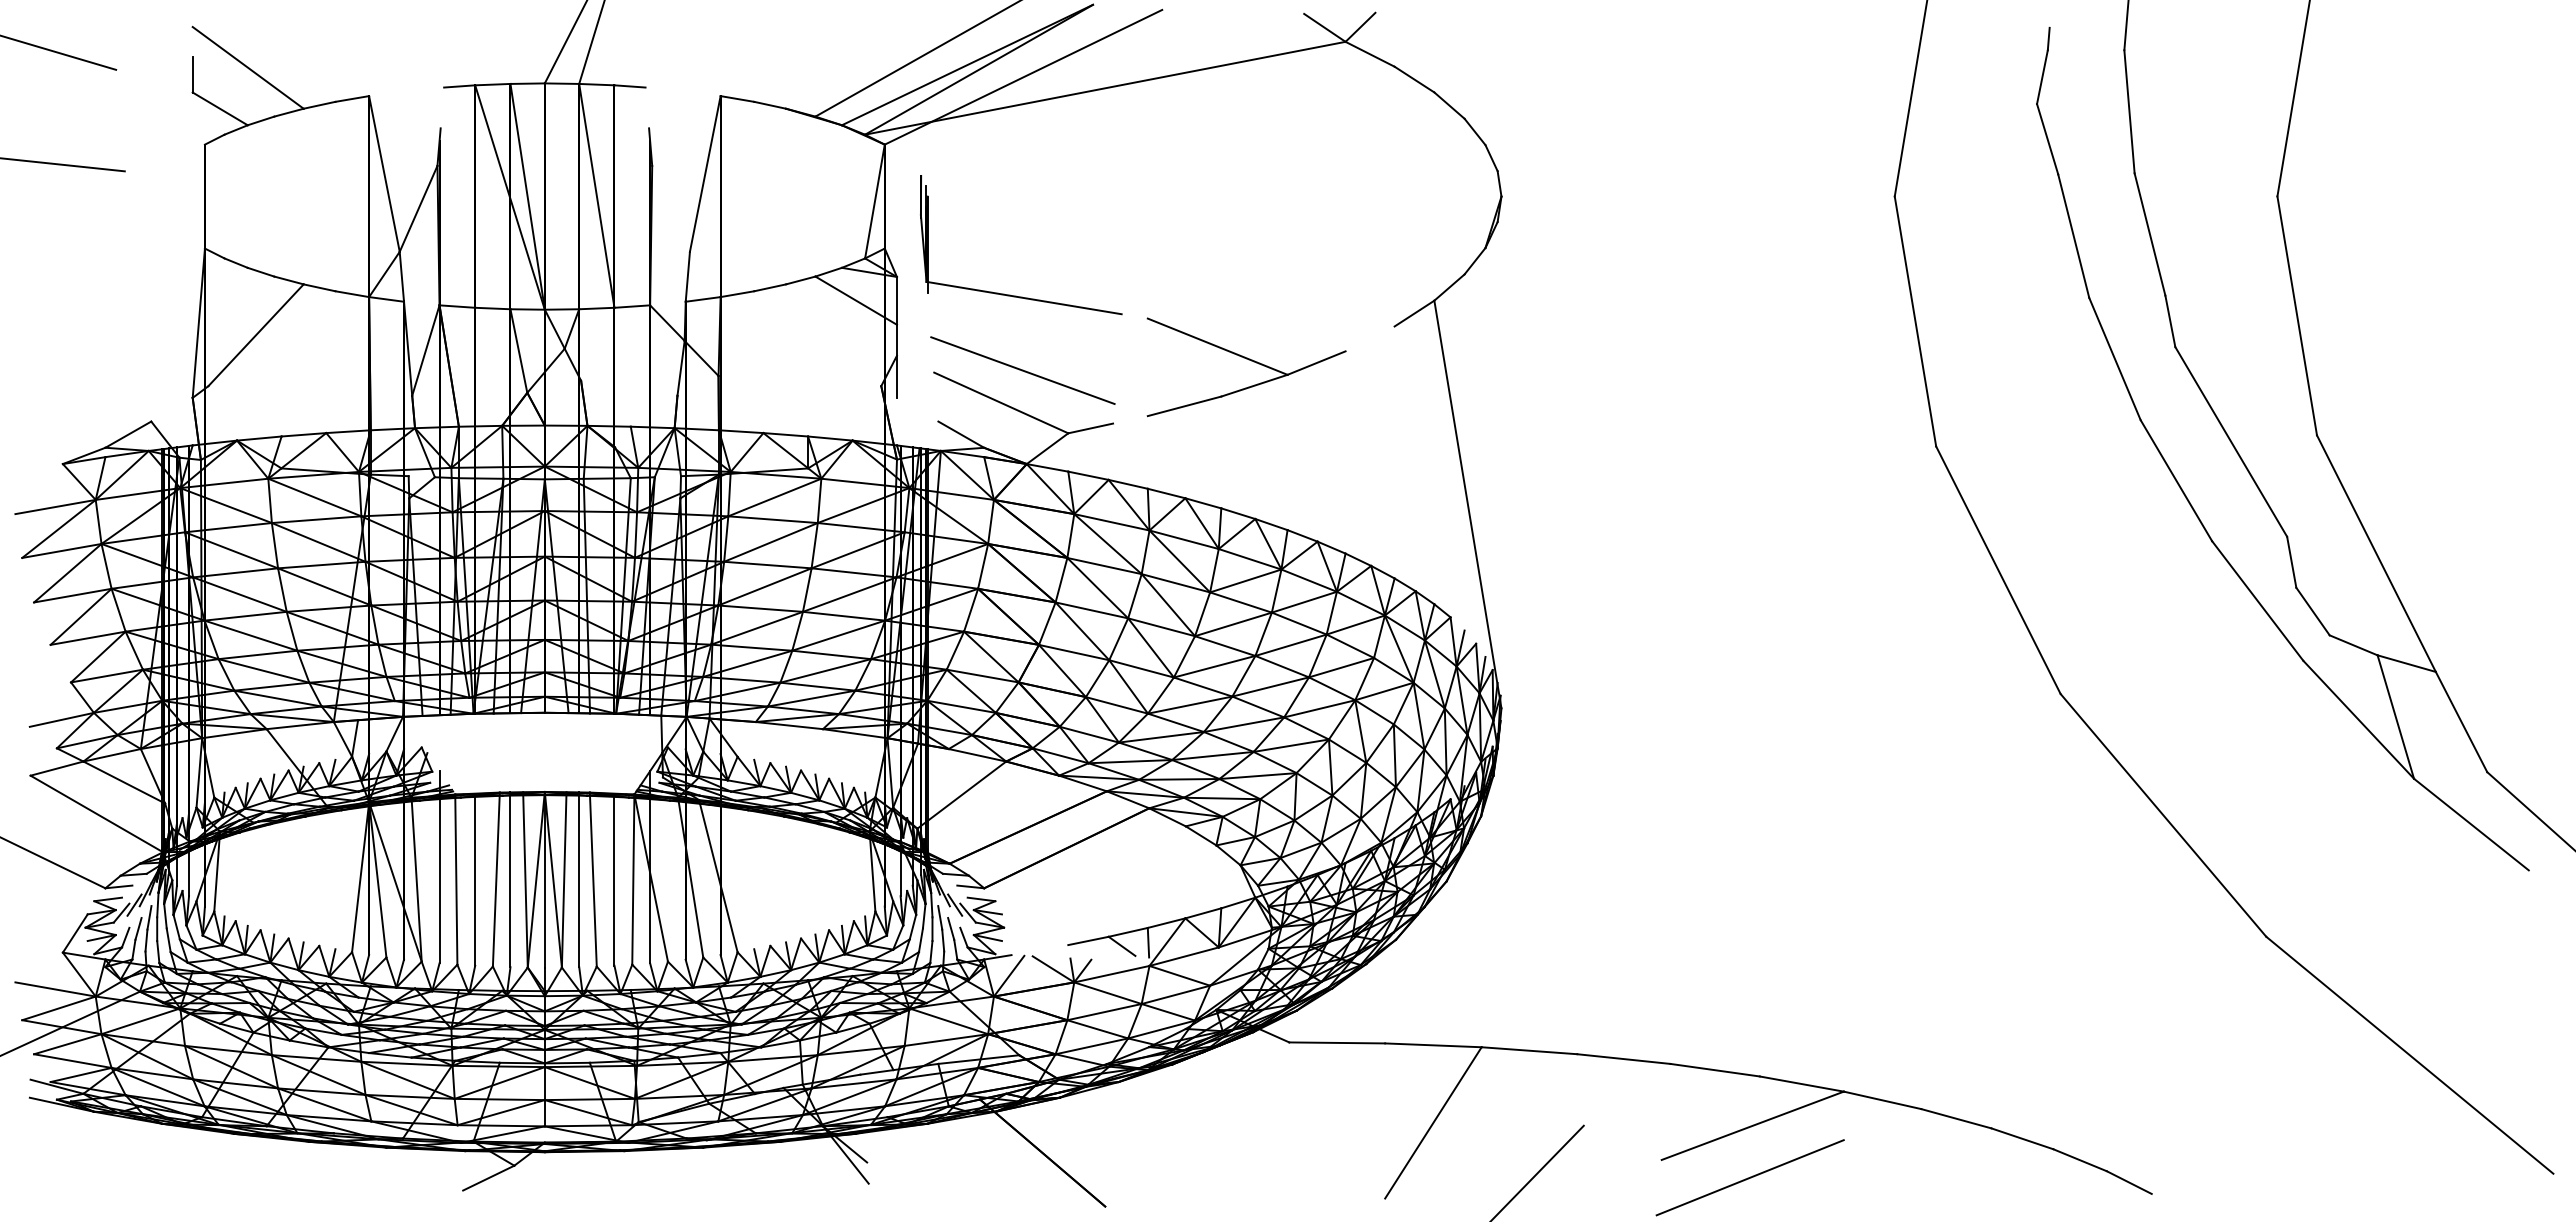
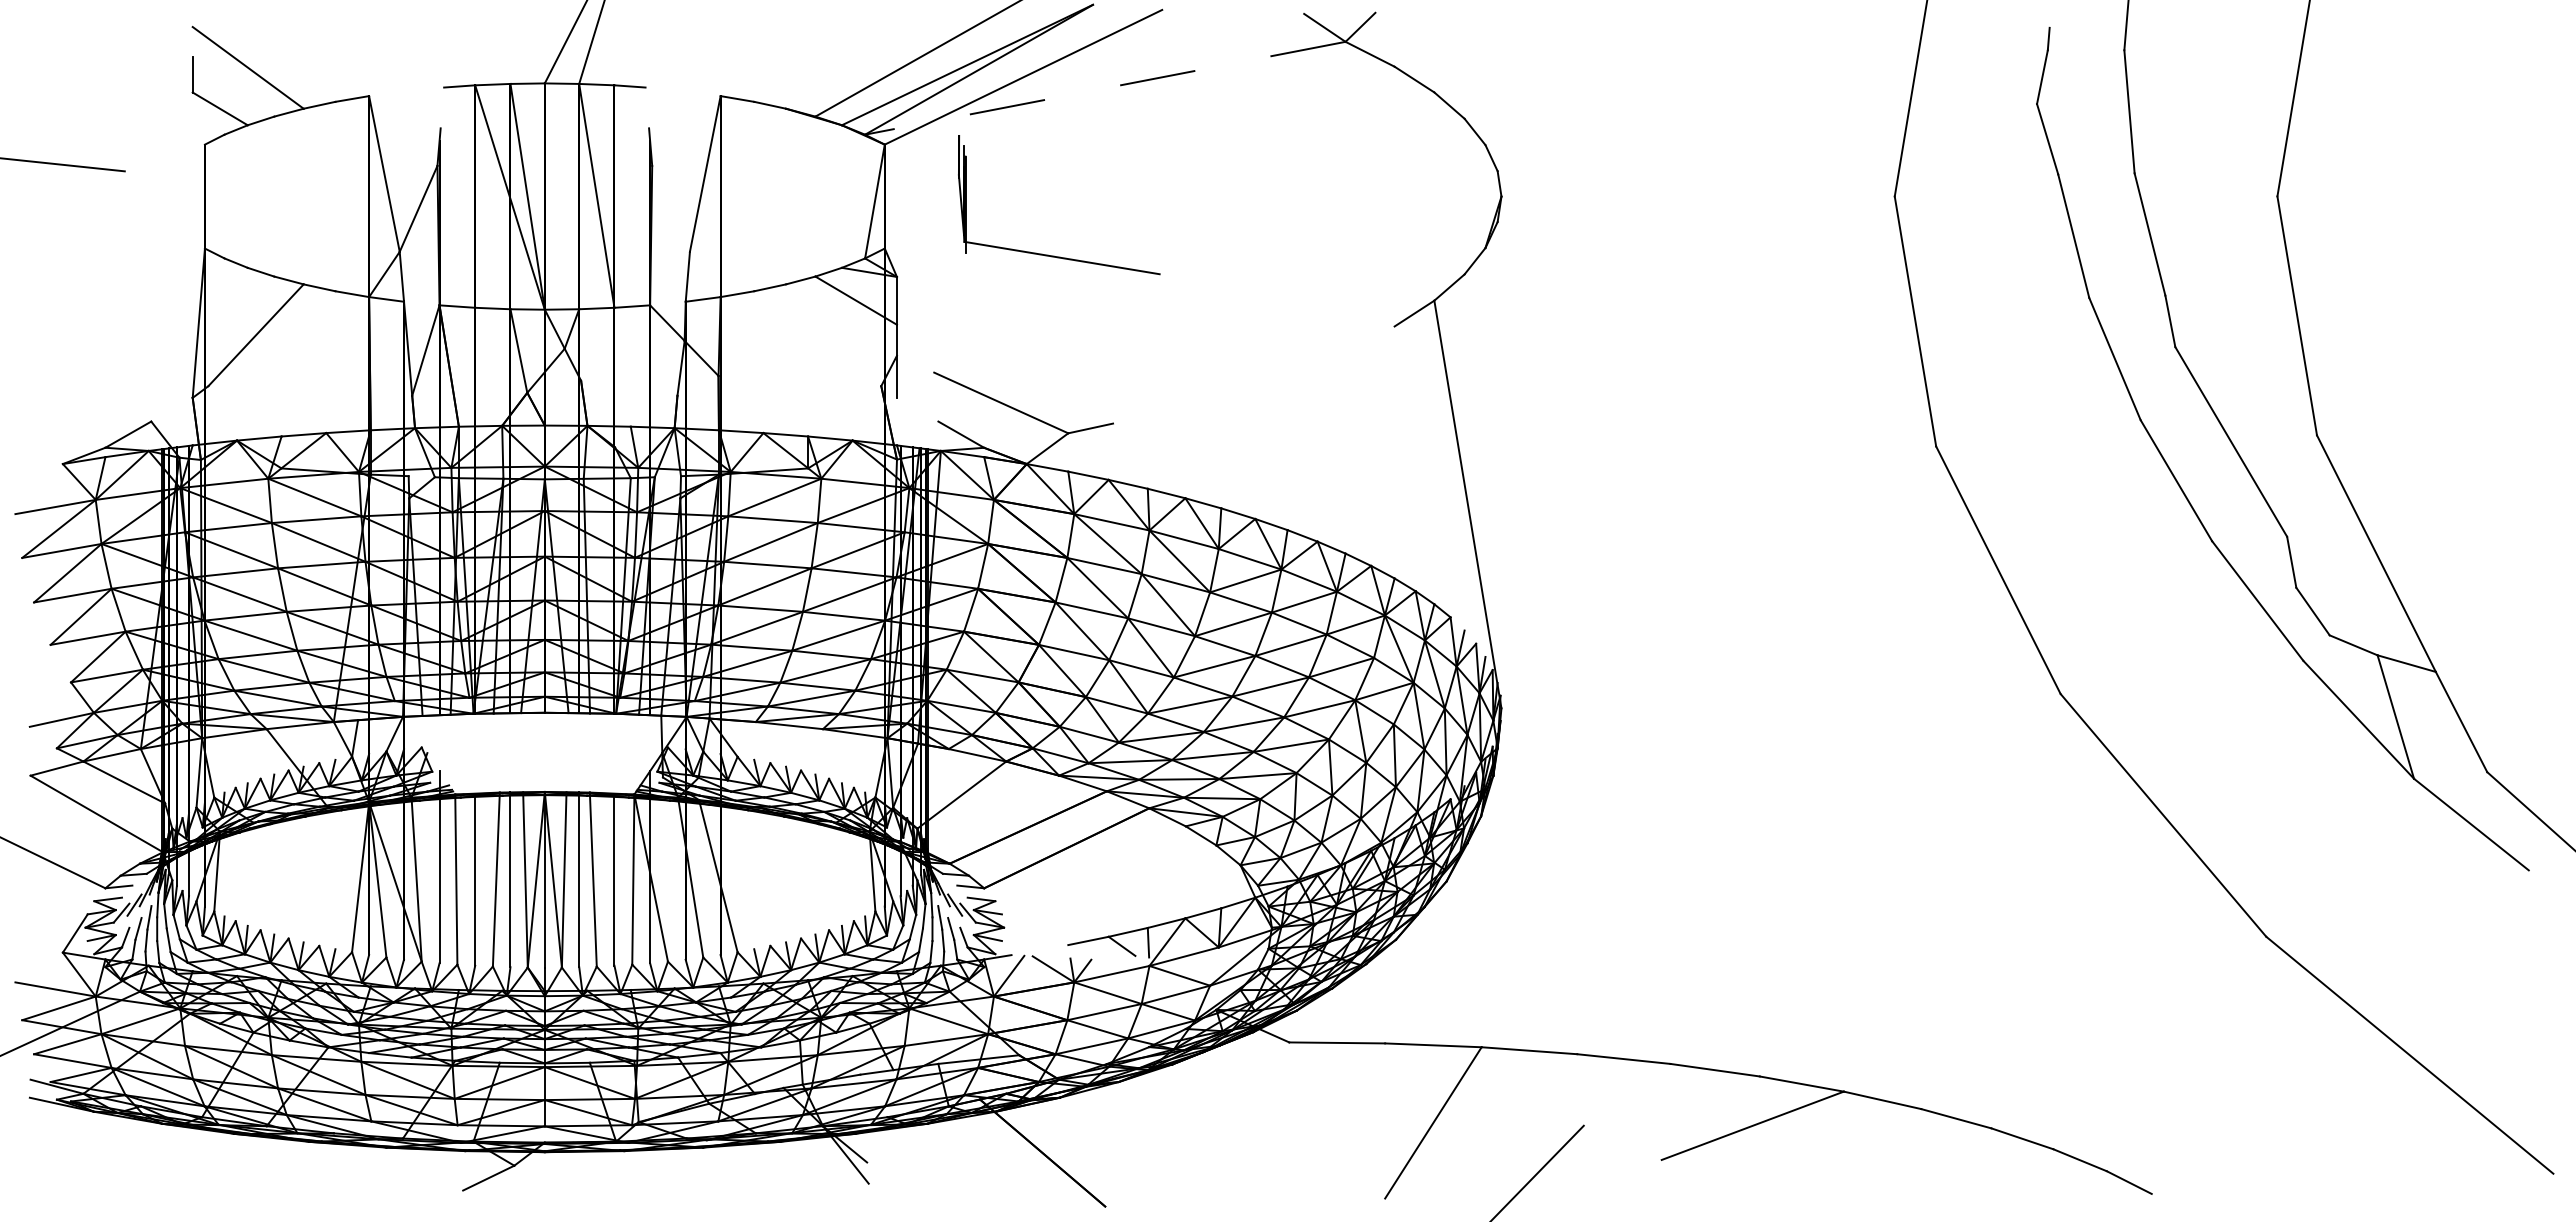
line at (59, 52): present -> none
line at (1105, 88): solid -> dashed
part at (1010, 294) position: (1010, 294) -> (1048, 254)
part at (1248, 360): present -> none
line at (1022, 370): present -> none
line at (1749, 1177): present -> none
